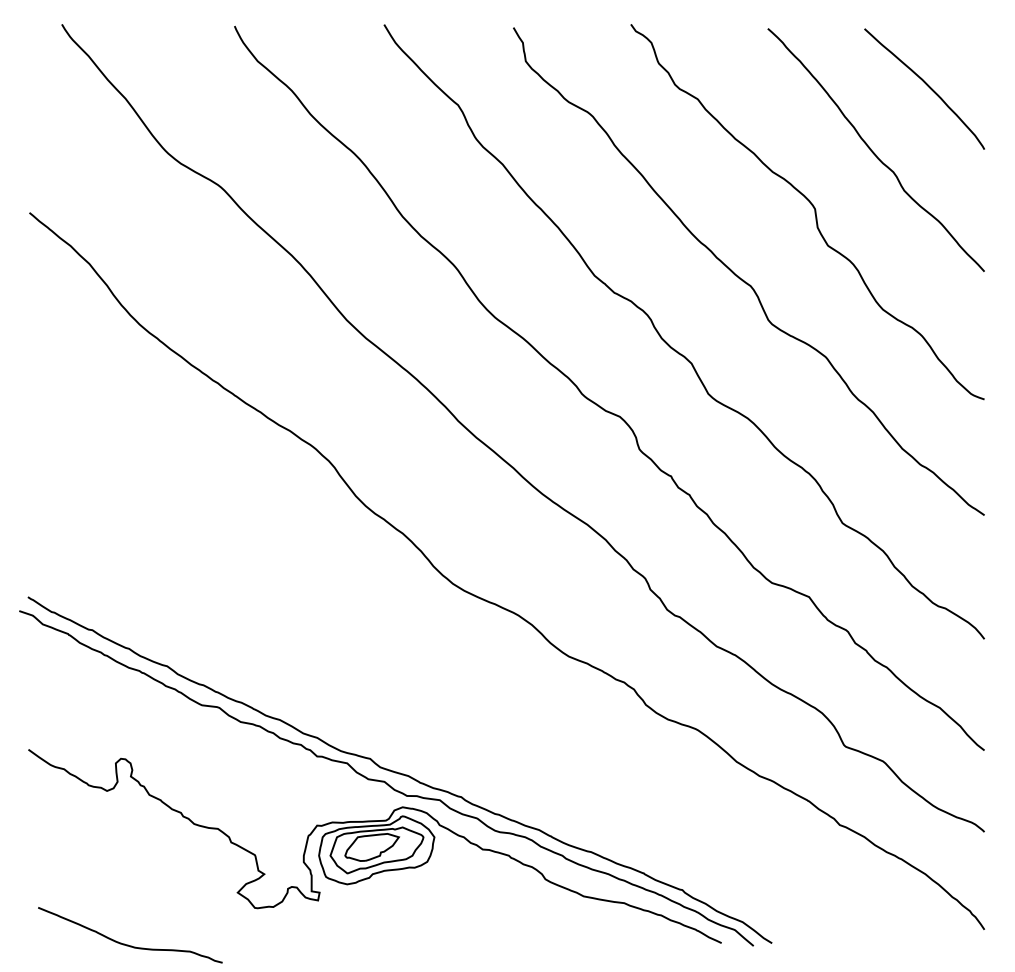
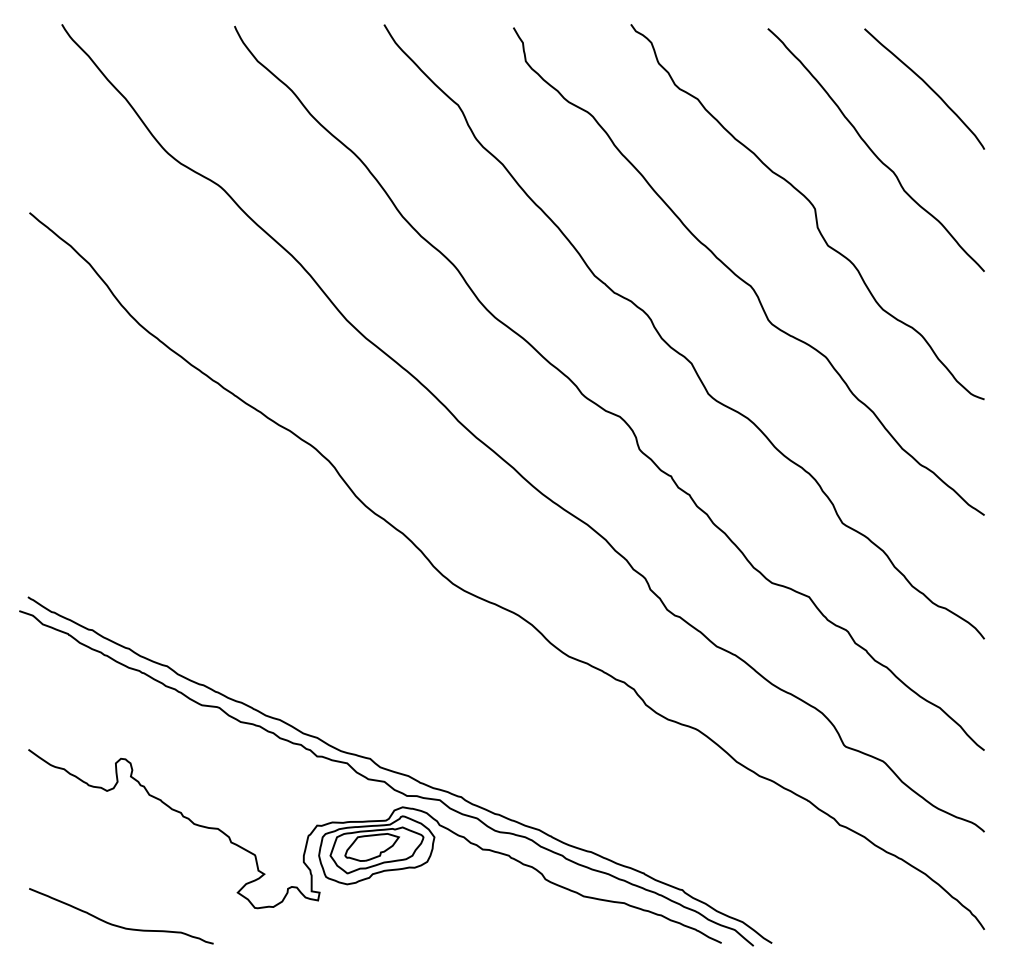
curve at (128, 944) position: (128, 944) -> (119, 925)
